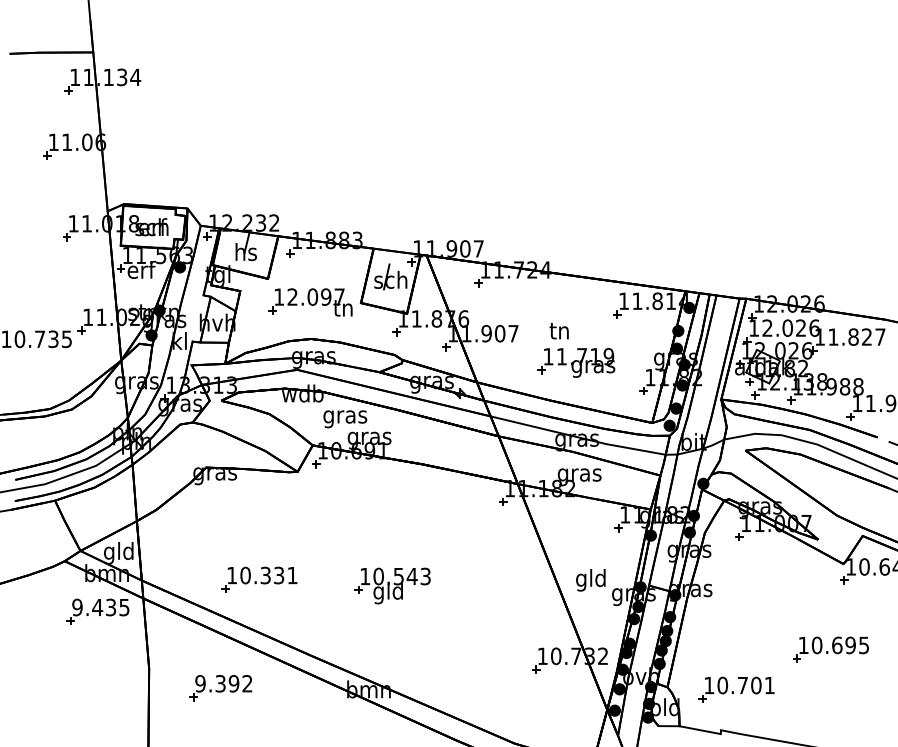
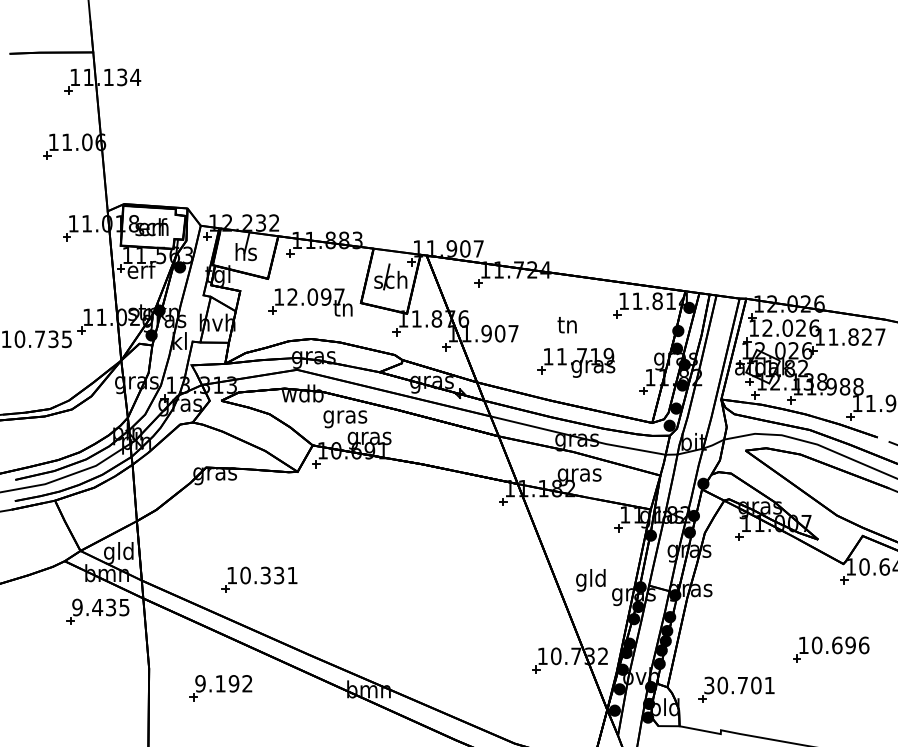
text at (558, 331) position: (558, 331) -> (566, 325)
part at (392, 585): present -> none
text at (864, 645): 10.695 -> 10.696
text at (220, 683): 9.392 -> 9.192
text at (709, 685): 10.701 -> 30.701
